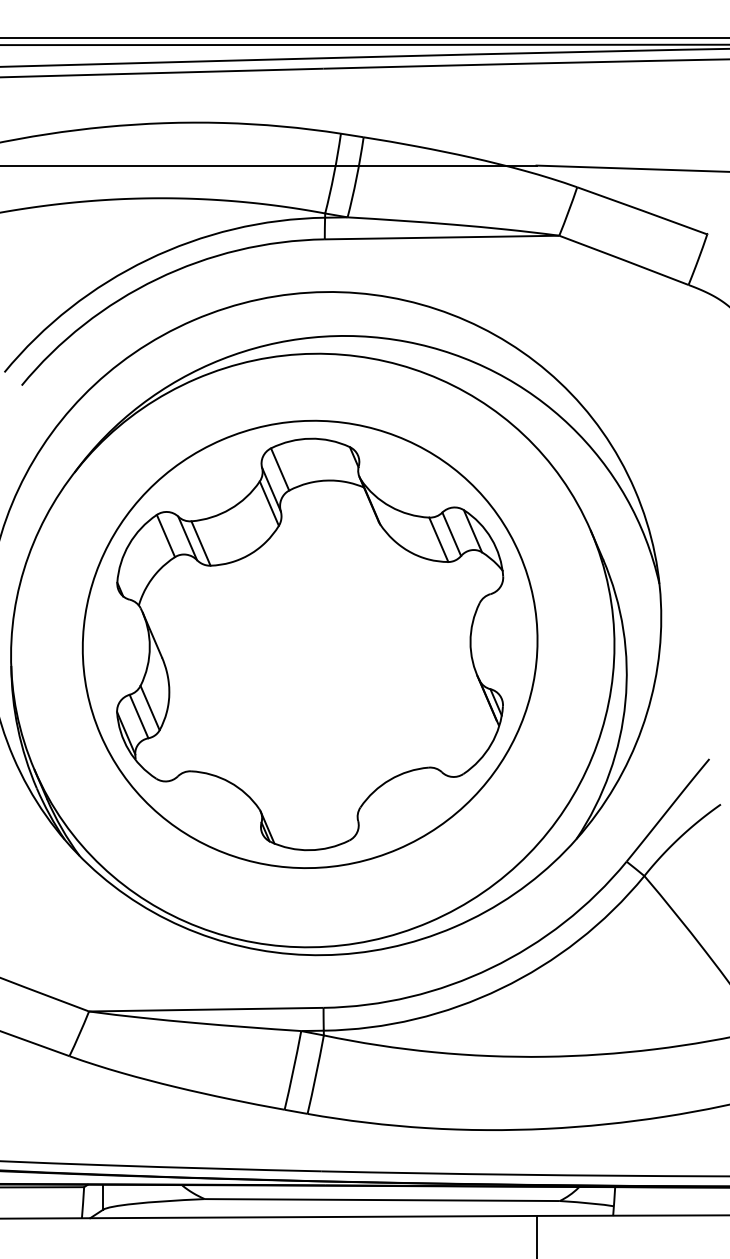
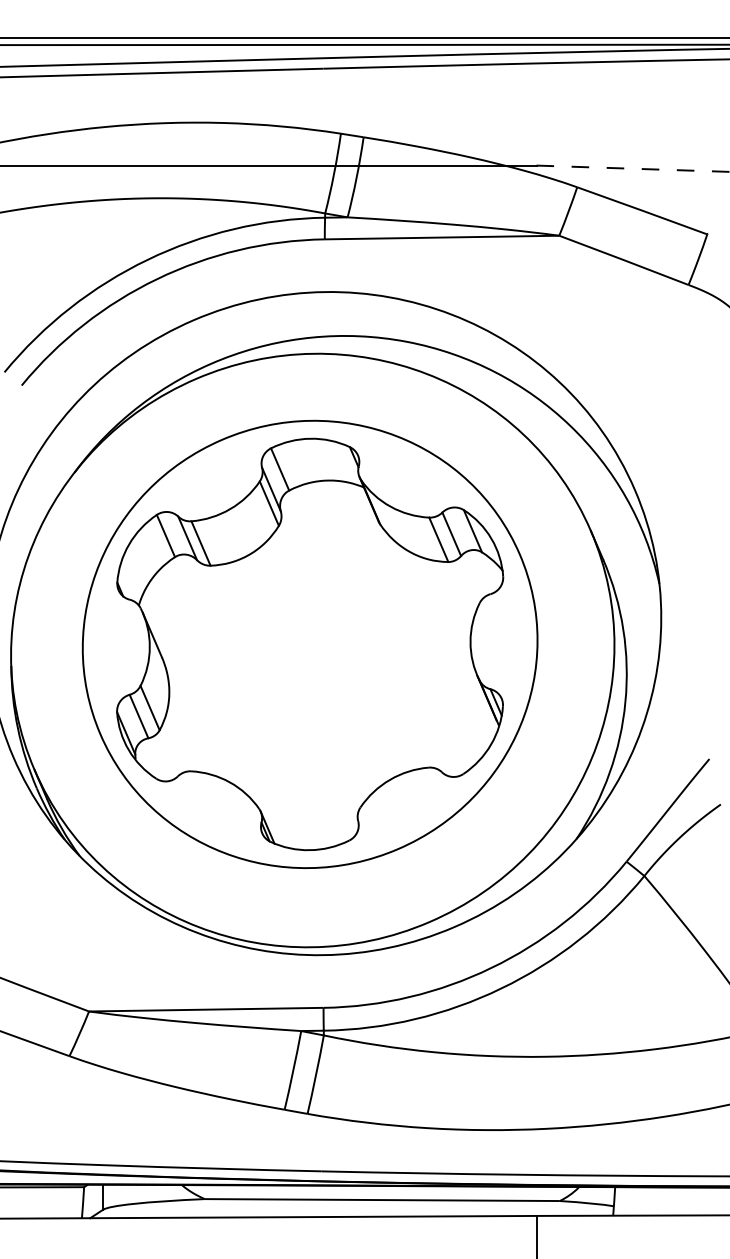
line at (633, 168): solid -> dashed
